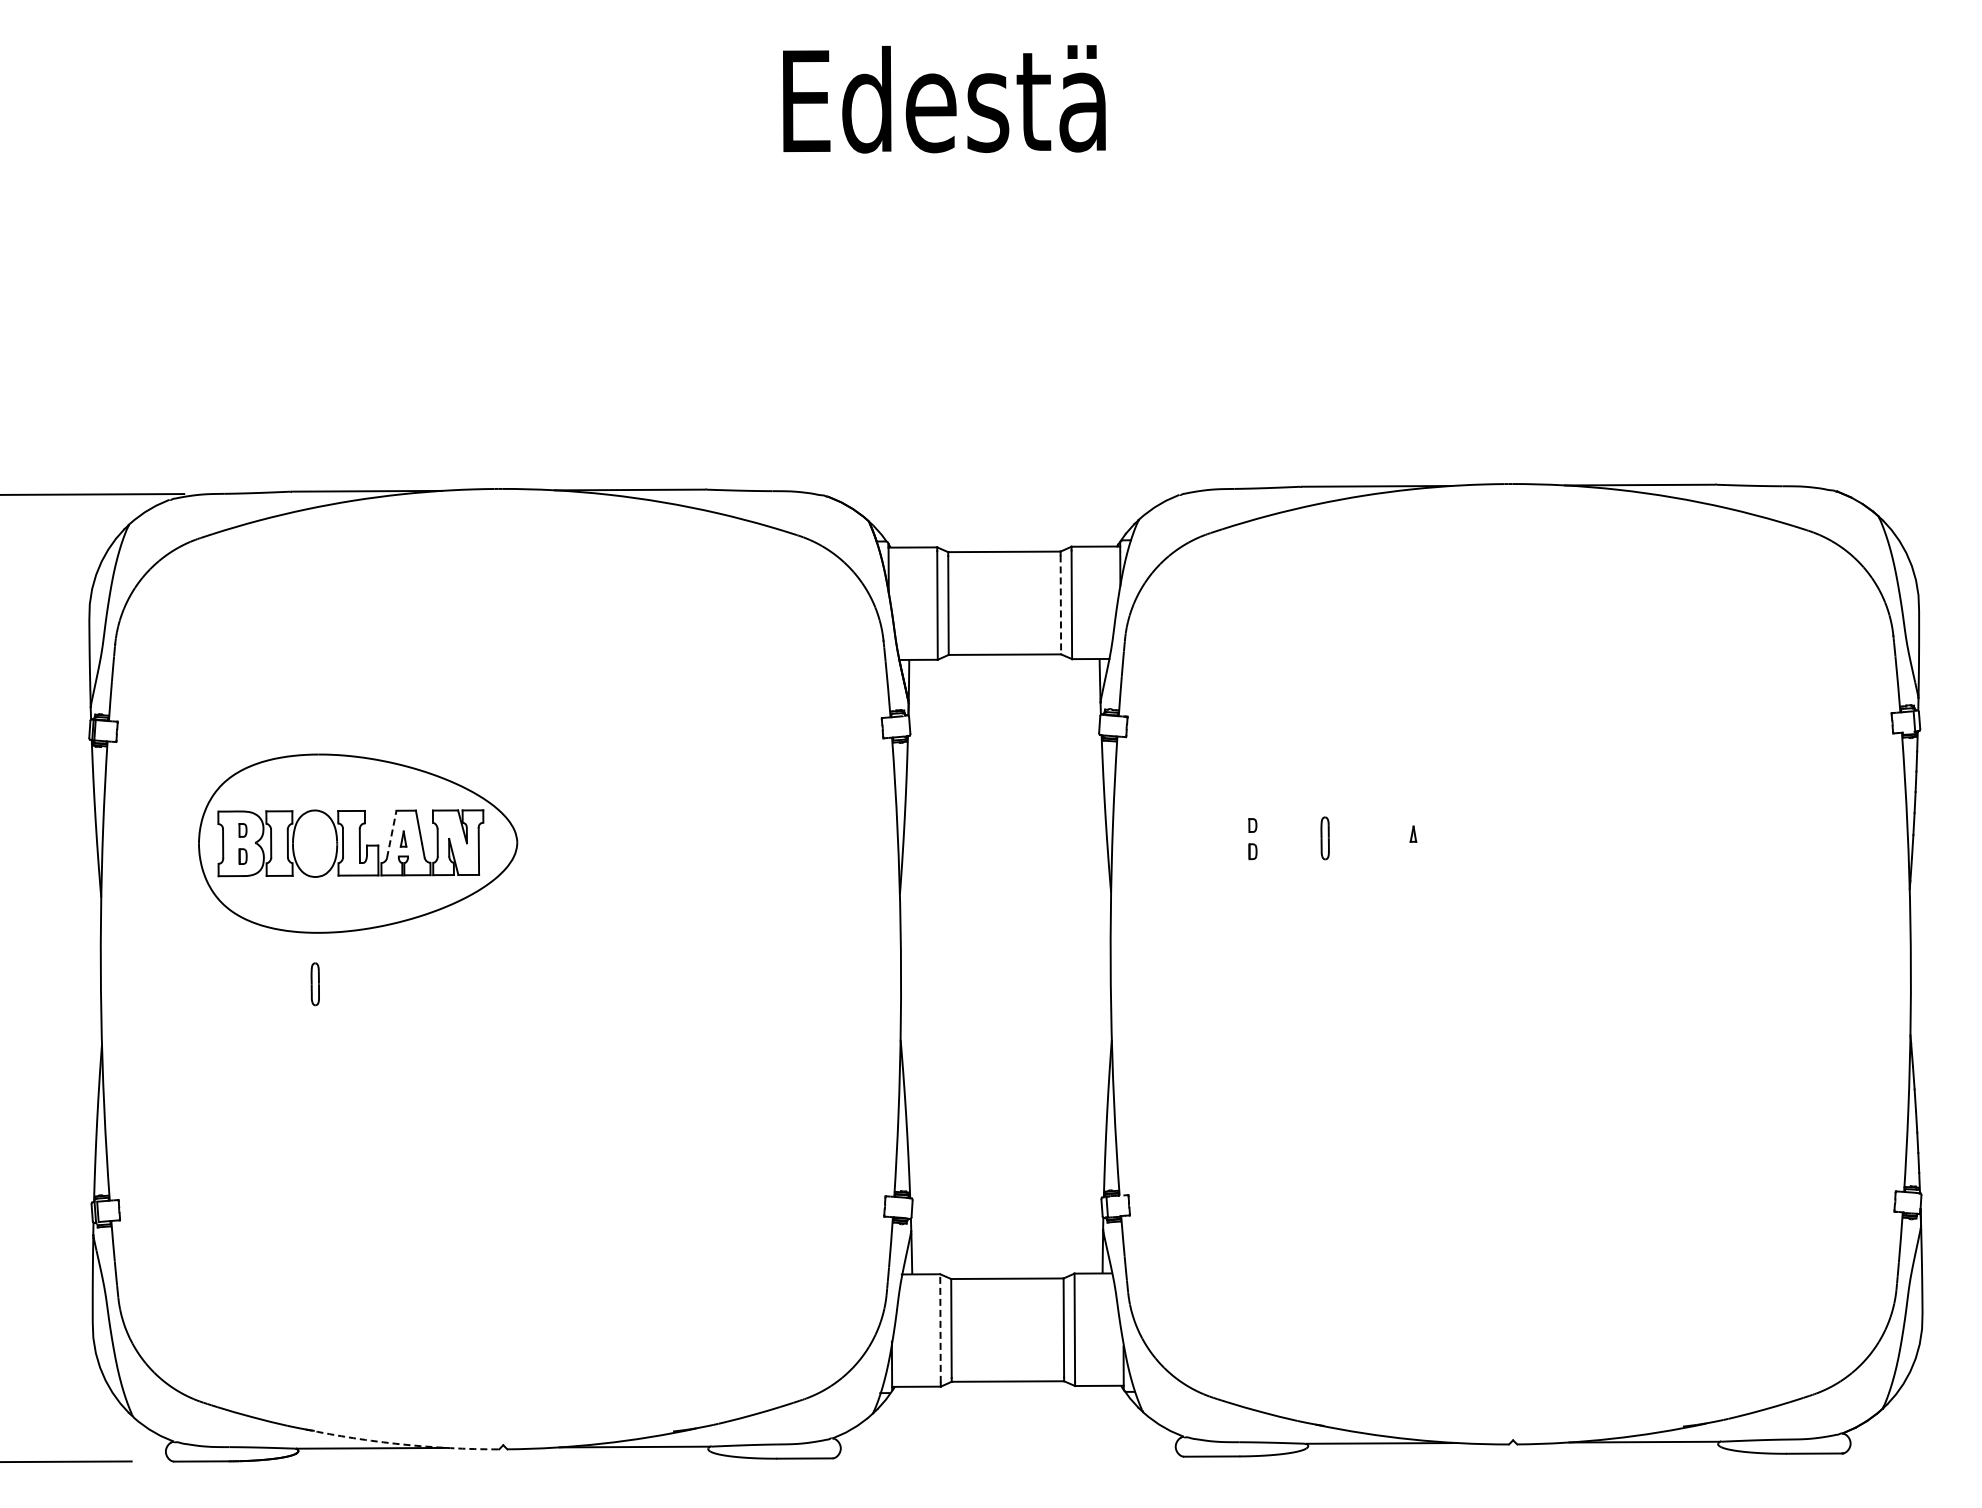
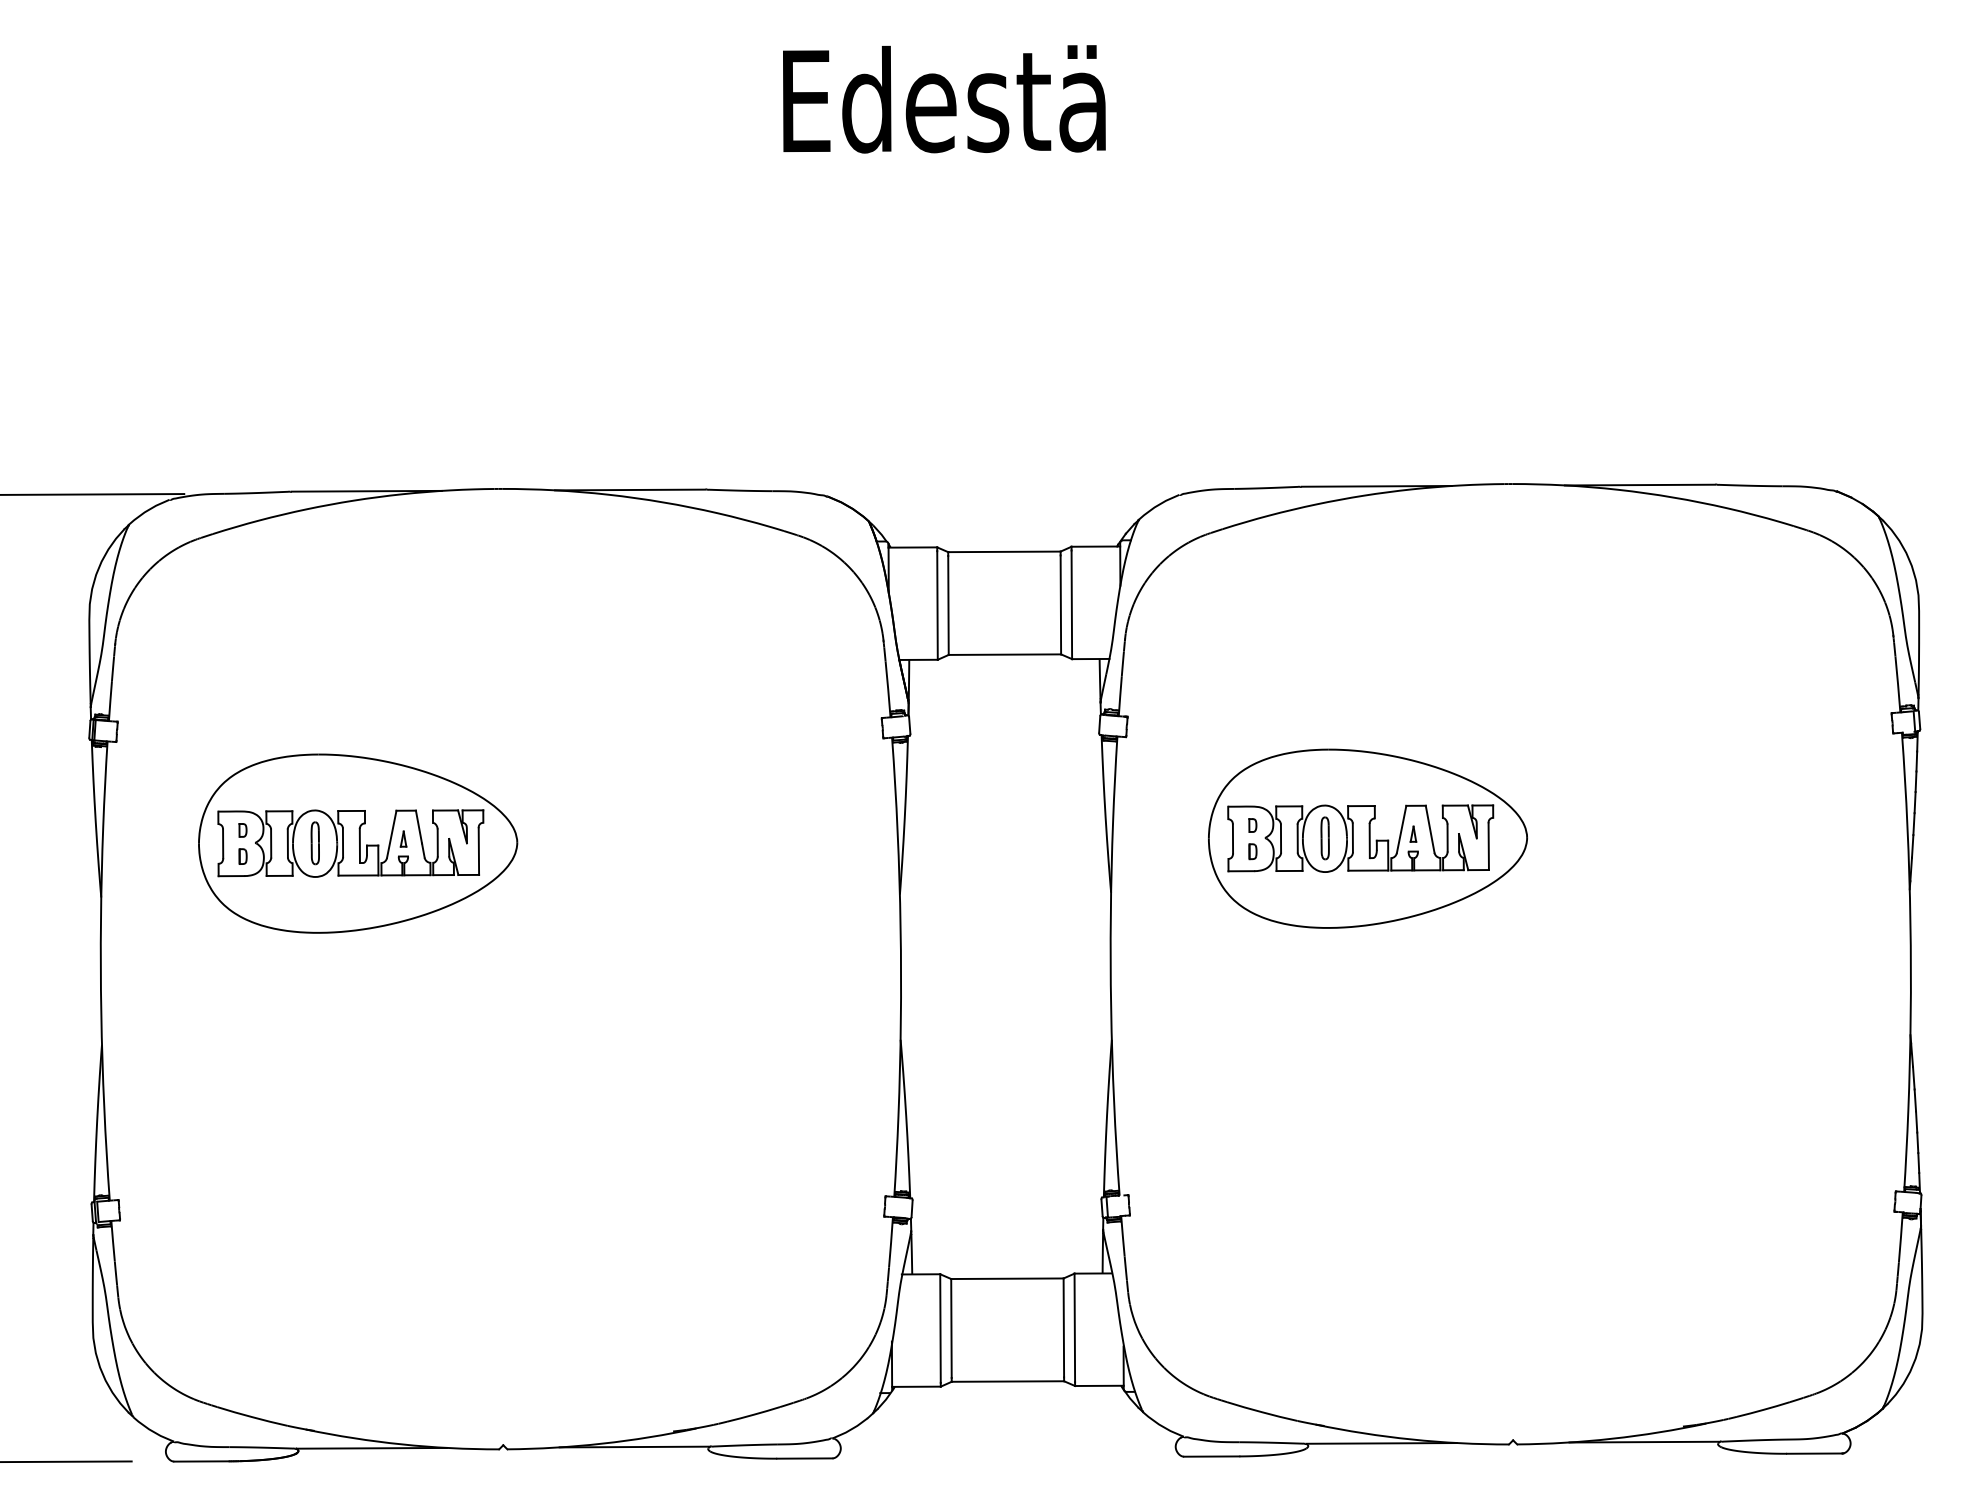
line at (1060, 605): dashed -> solid
line at (391, 833): dashed -> solid
part at (1367, 838): none -> present
part at (314, 984) position: (314, 984) -> (314, 843)
line at (940, 1328): dashed -> solid
arc at (401, 1444): dashed -> solid
